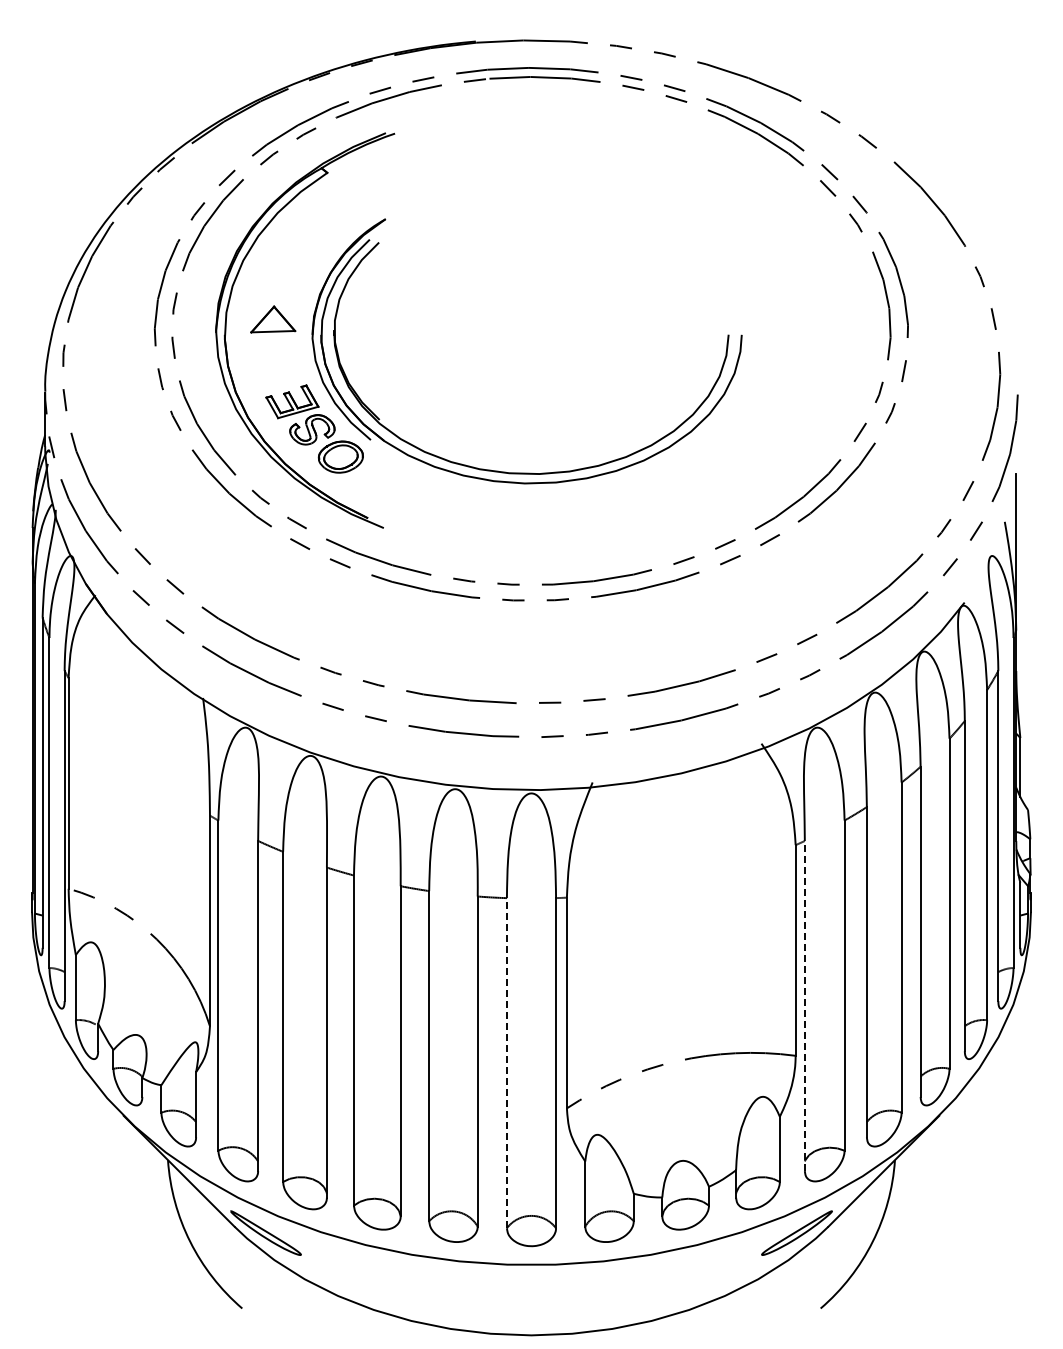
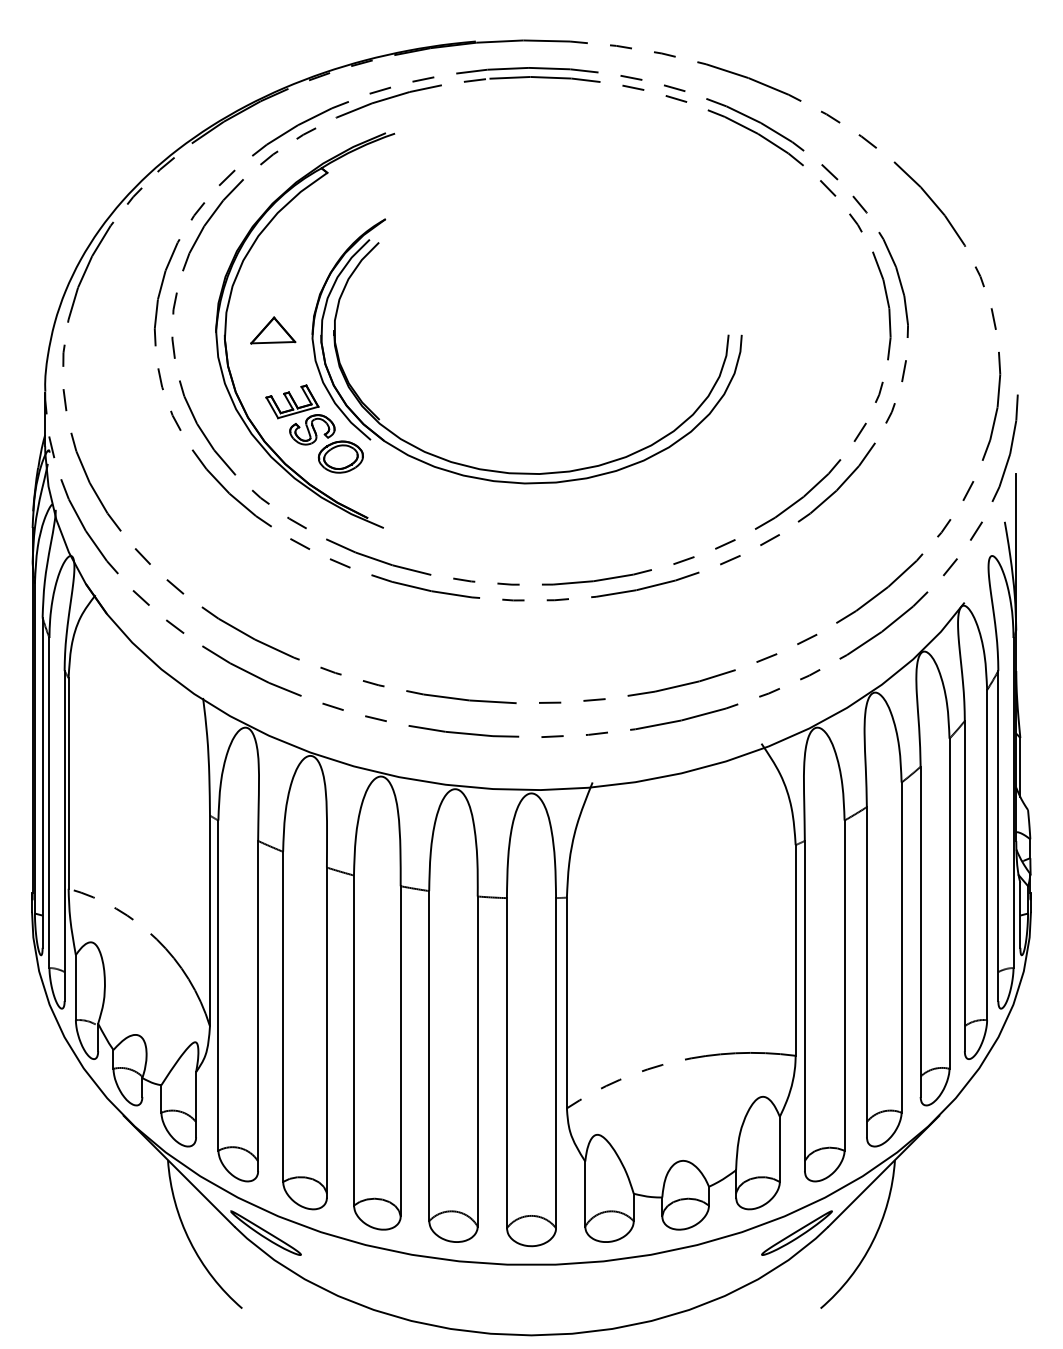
part at (273, 319) position: (273, 319) -> (273, 330)
line at (804, 1005): dashed -> solid
line at (506, 1062): dashed -> solid
